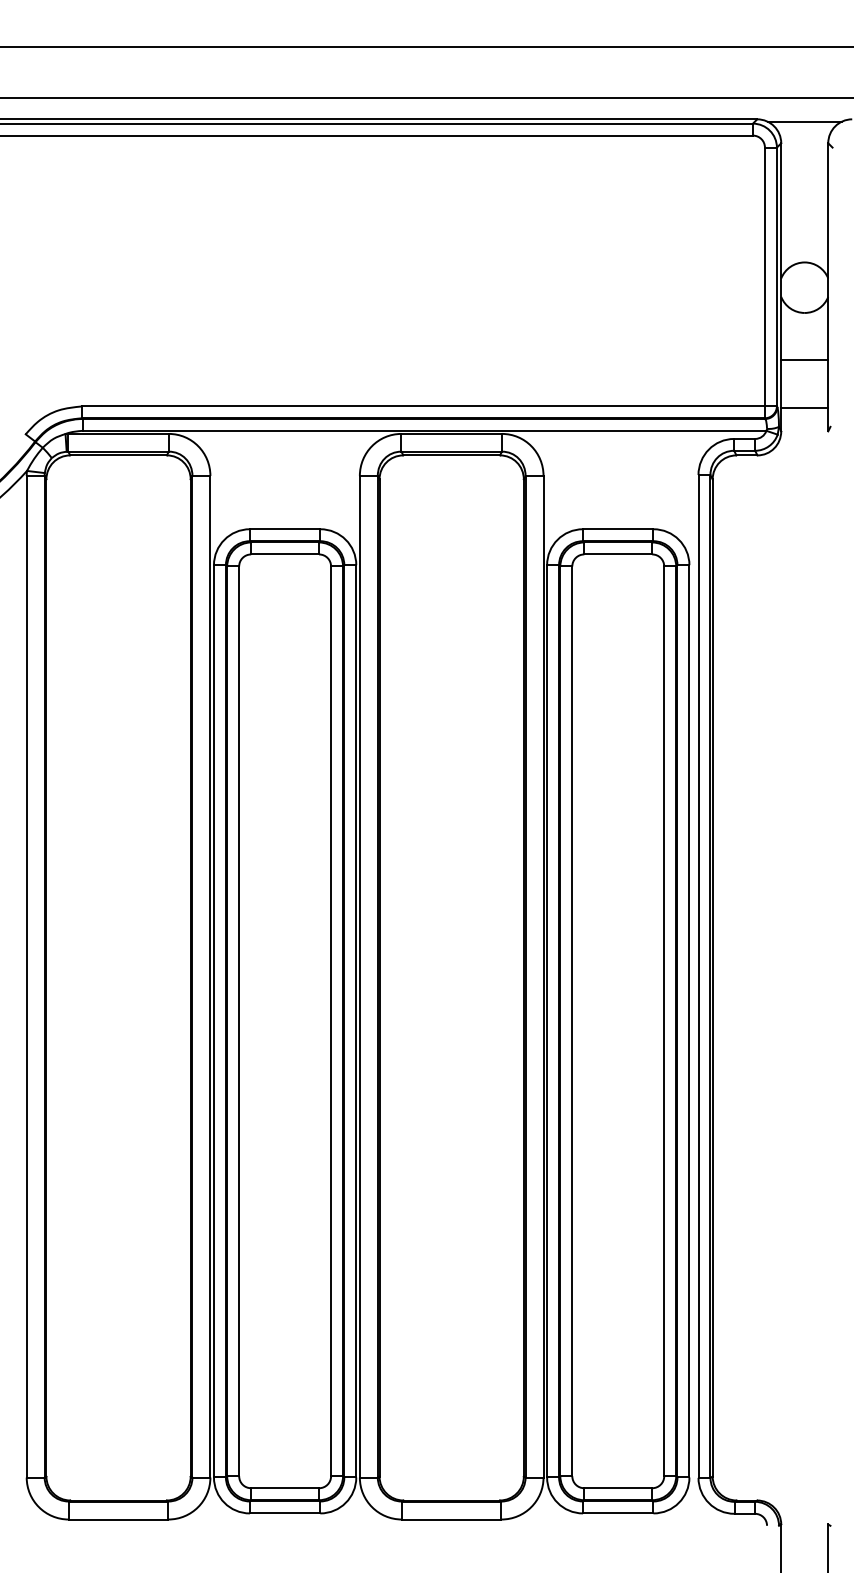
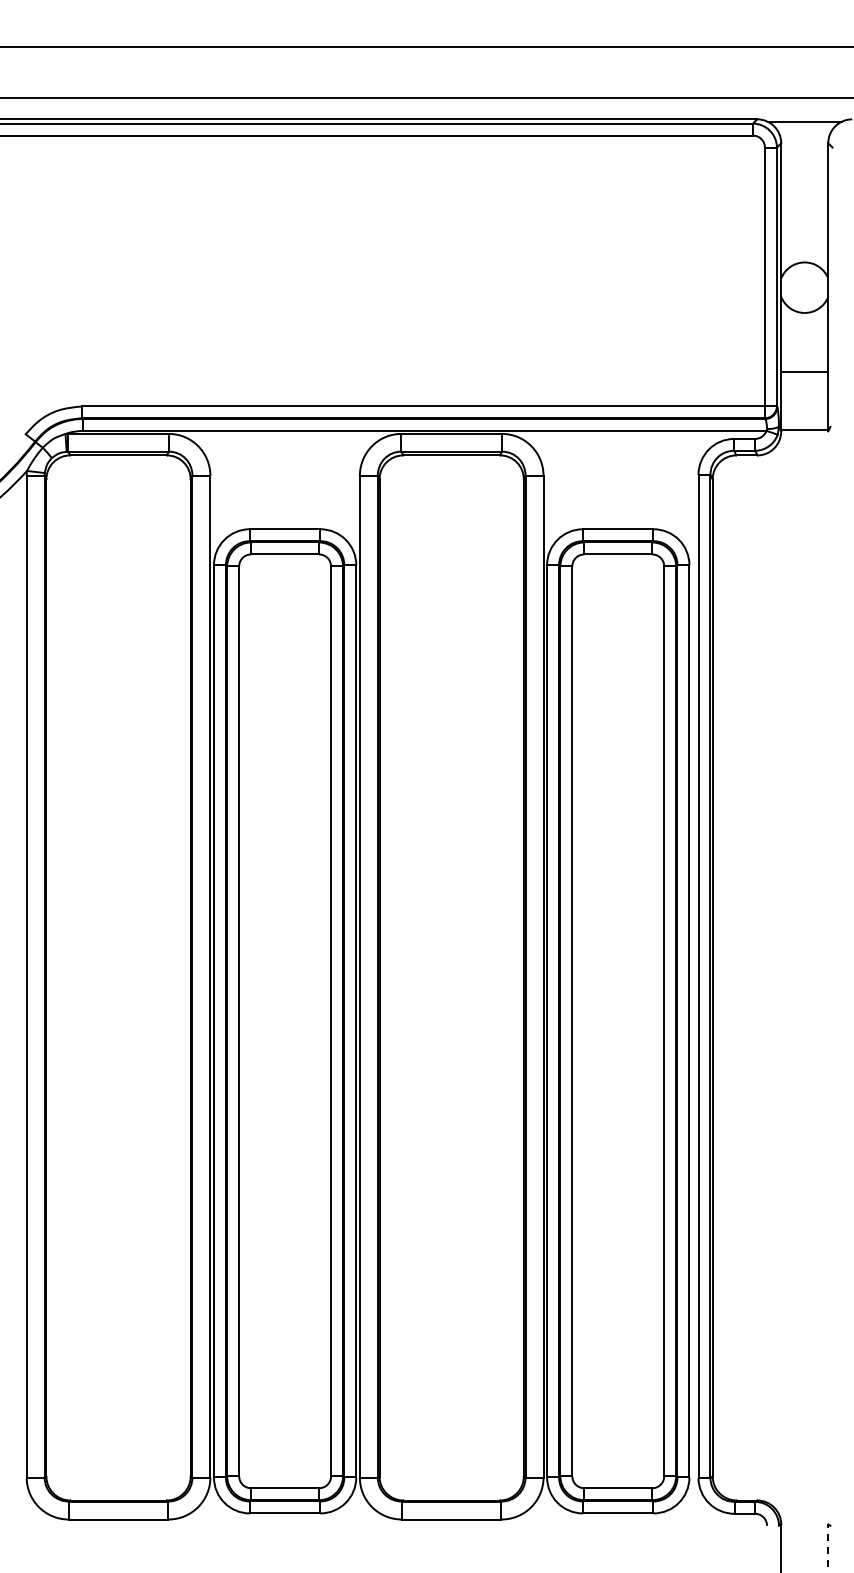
line at (804, 359) position: (804, 359) -> (804, 371)
line at (804, 407) position: (804, 407) -> (804, 429)
line at (828, 1548): solid -> dashed
